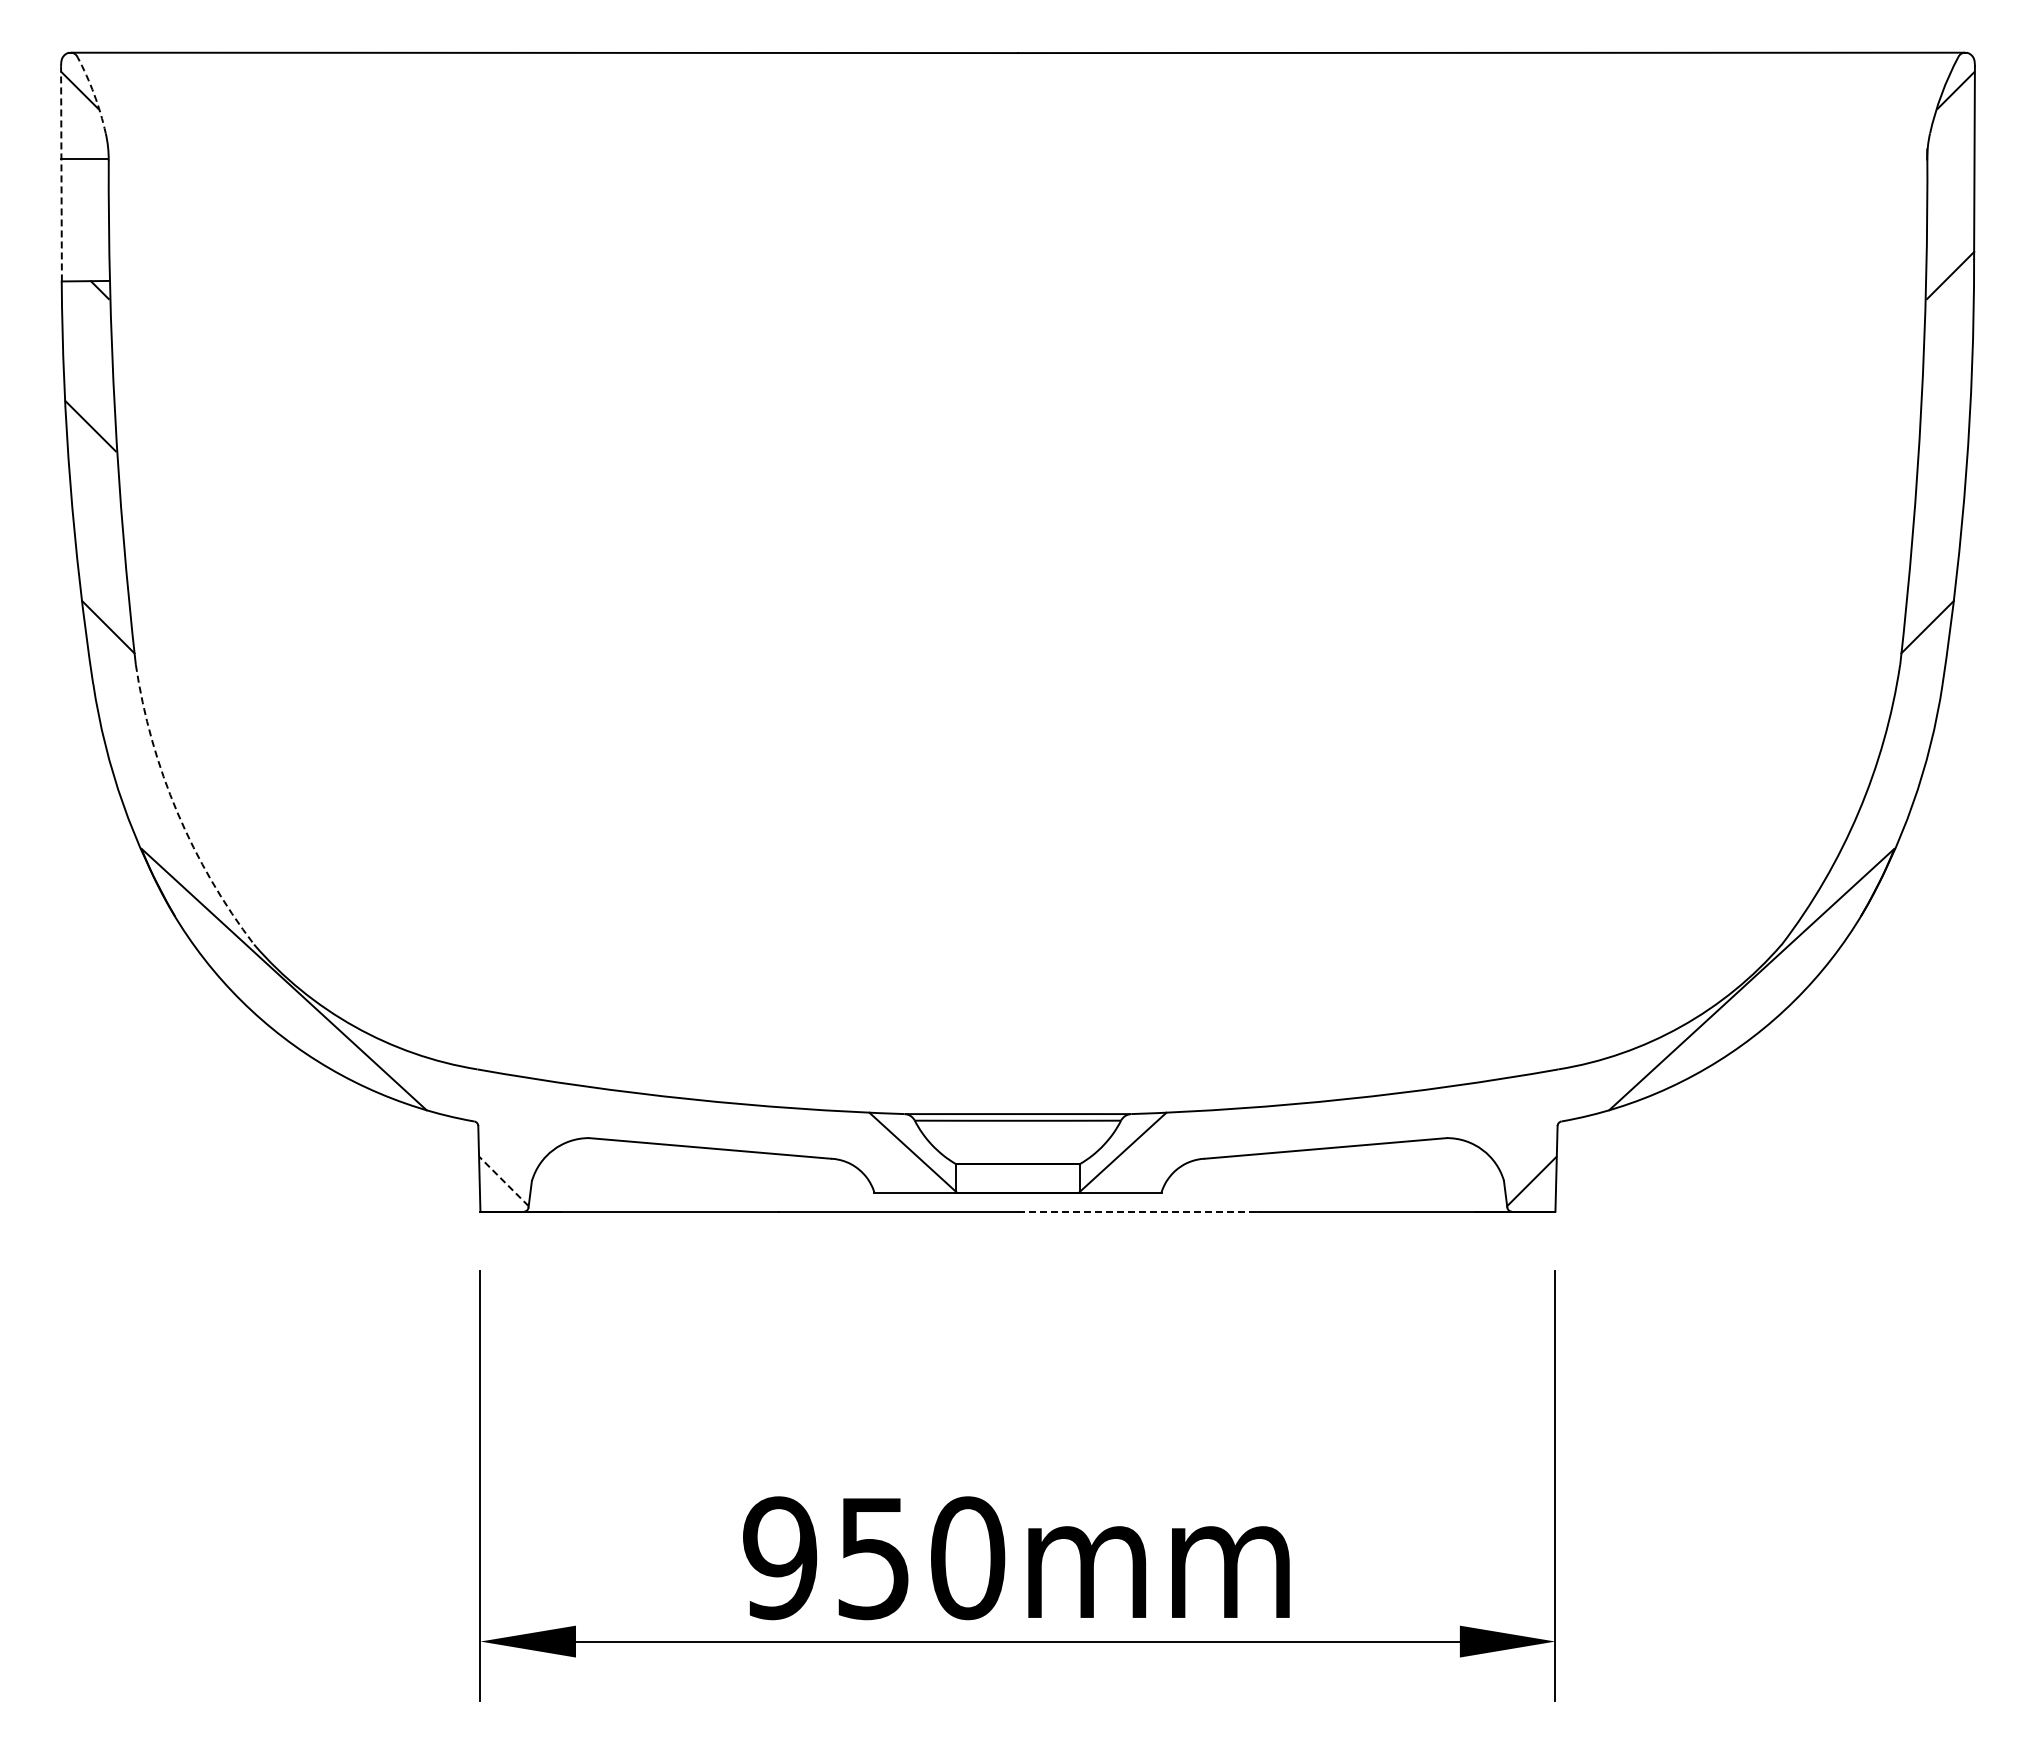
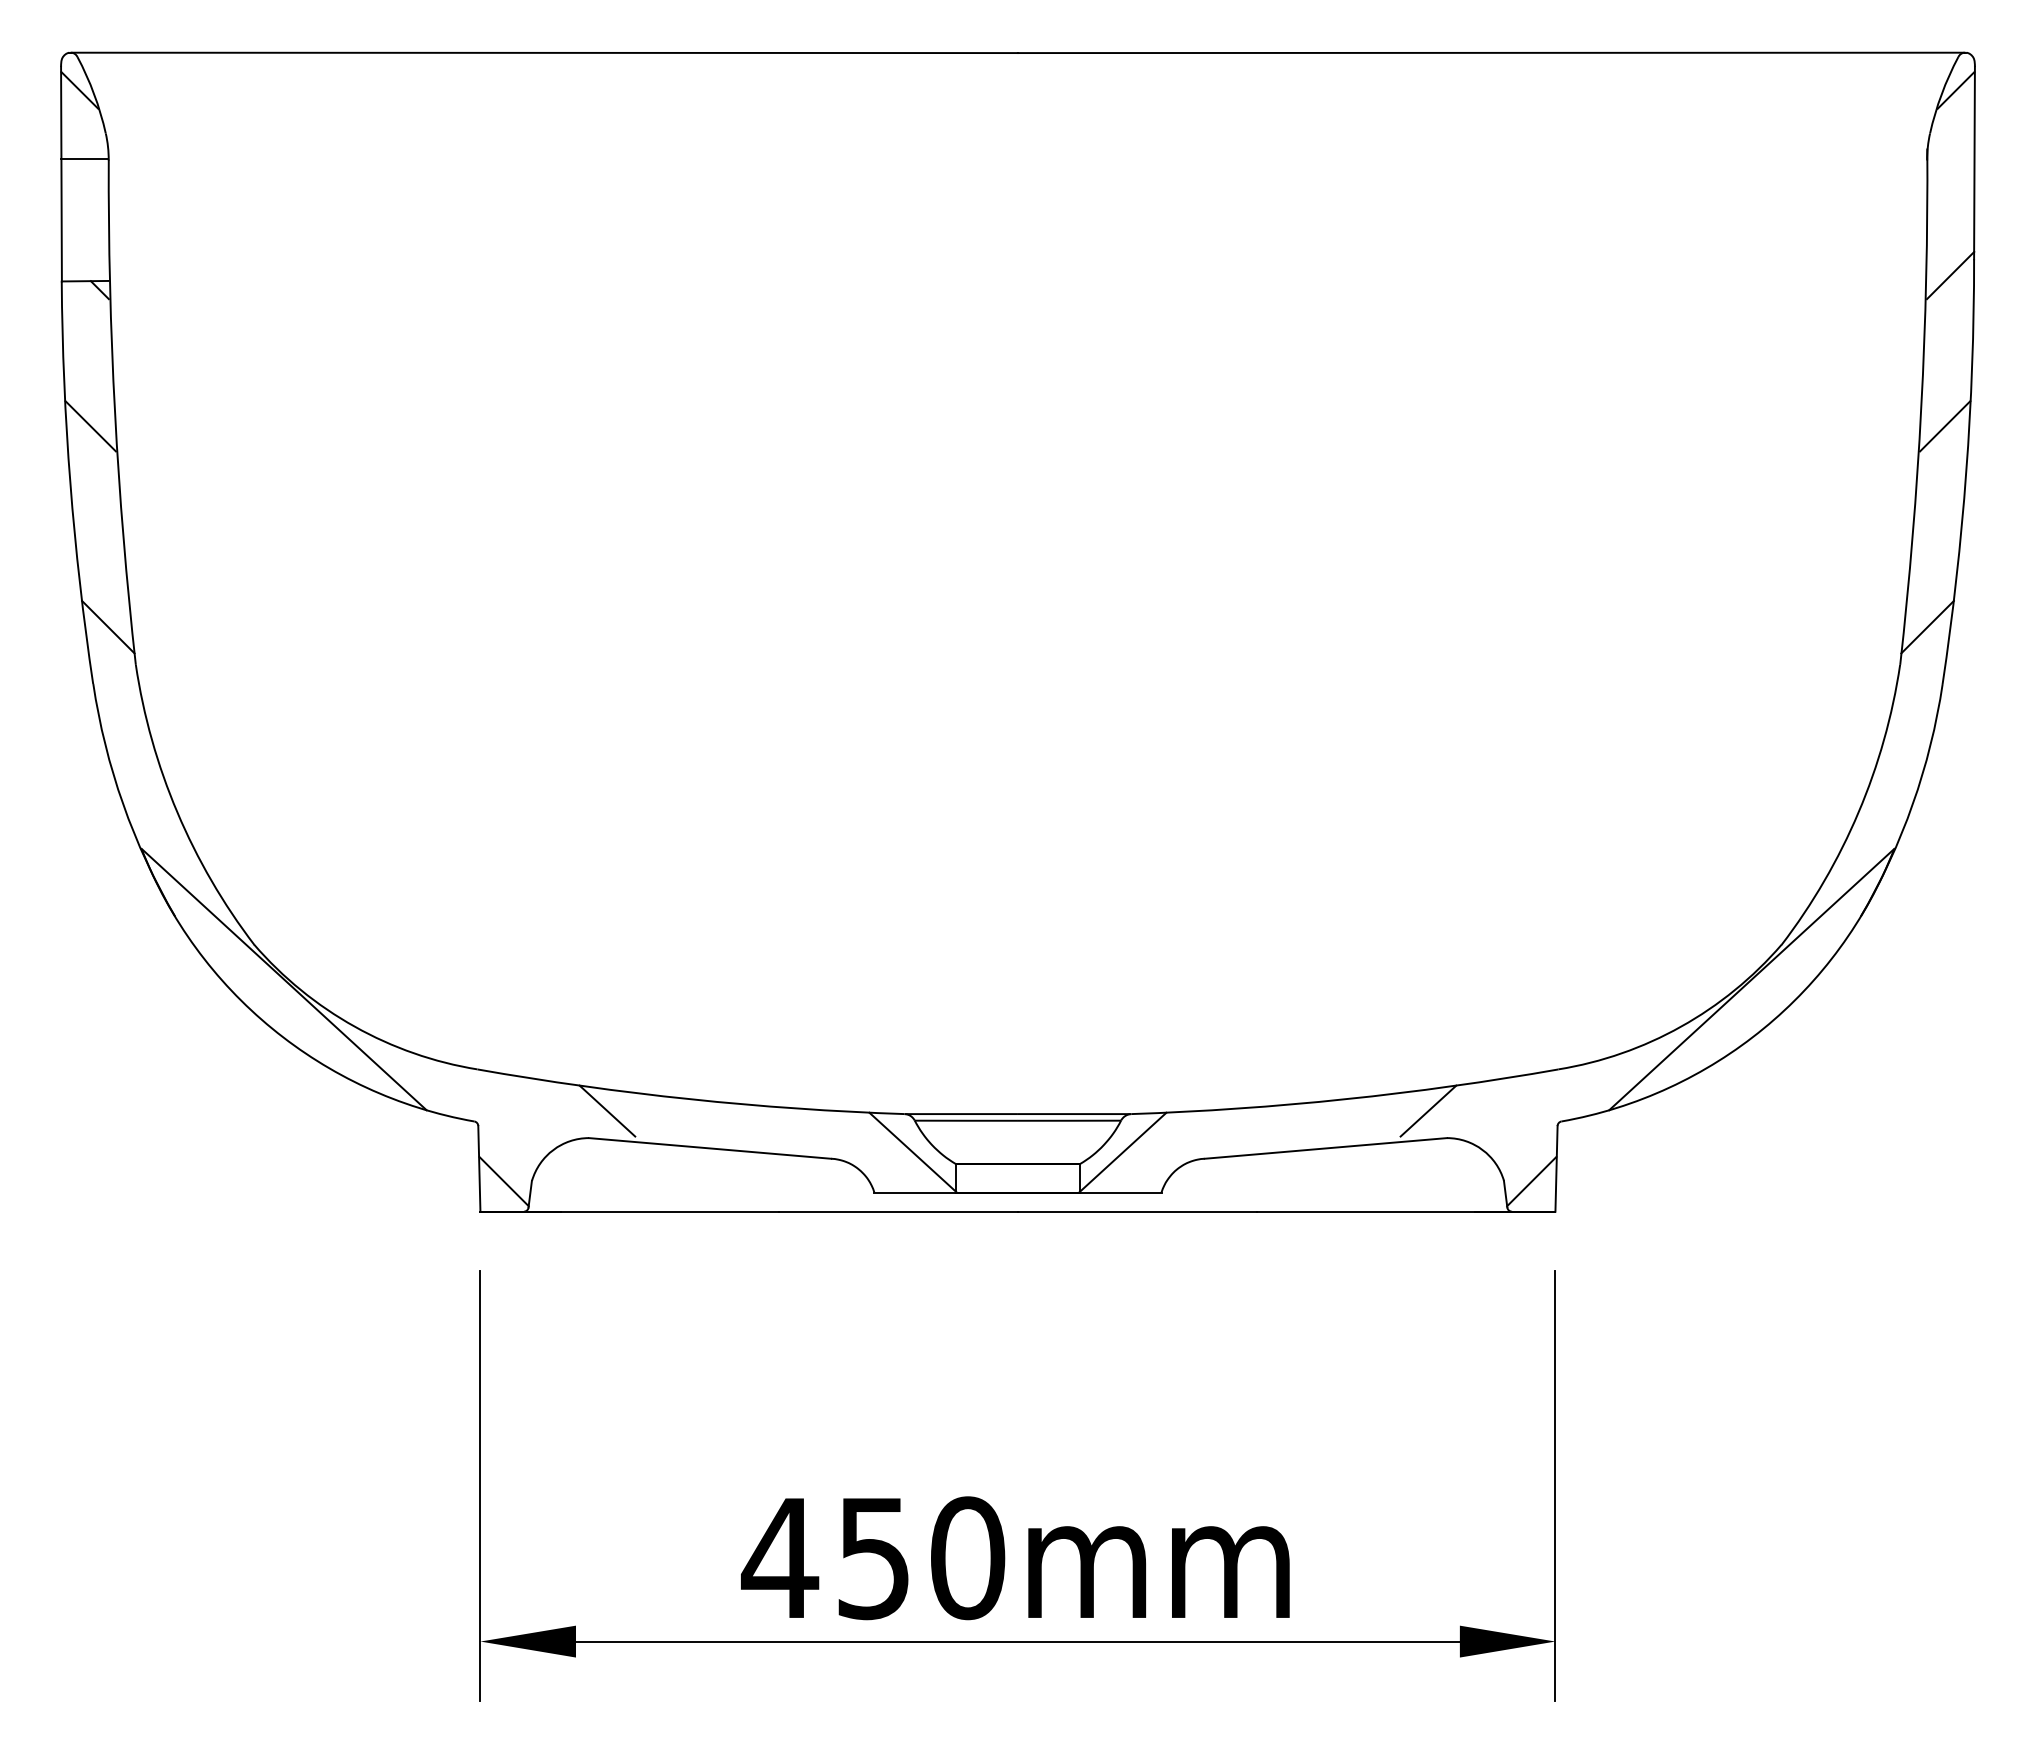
arc at (94, 94): dashed -> solid
line at (61, 173): dashed -> solid
line at (1945, 426): none -> present
arc at (177, 812): dashed -> solid
line at (607, 1110): none -> present
line at (1428, 1110): none -> present
line at (504, 1181): dashed -> solid
line at (1137, 1211): dashed -> solid
text at (779, 1558): 950mm -> 450mm
